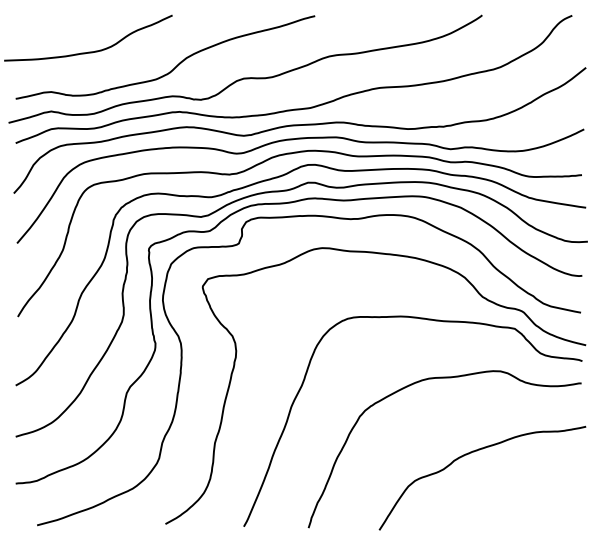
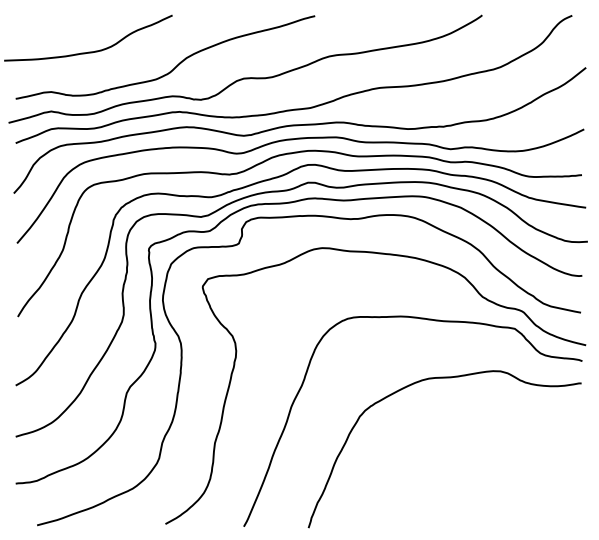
curve at (474, 452): present -> none
